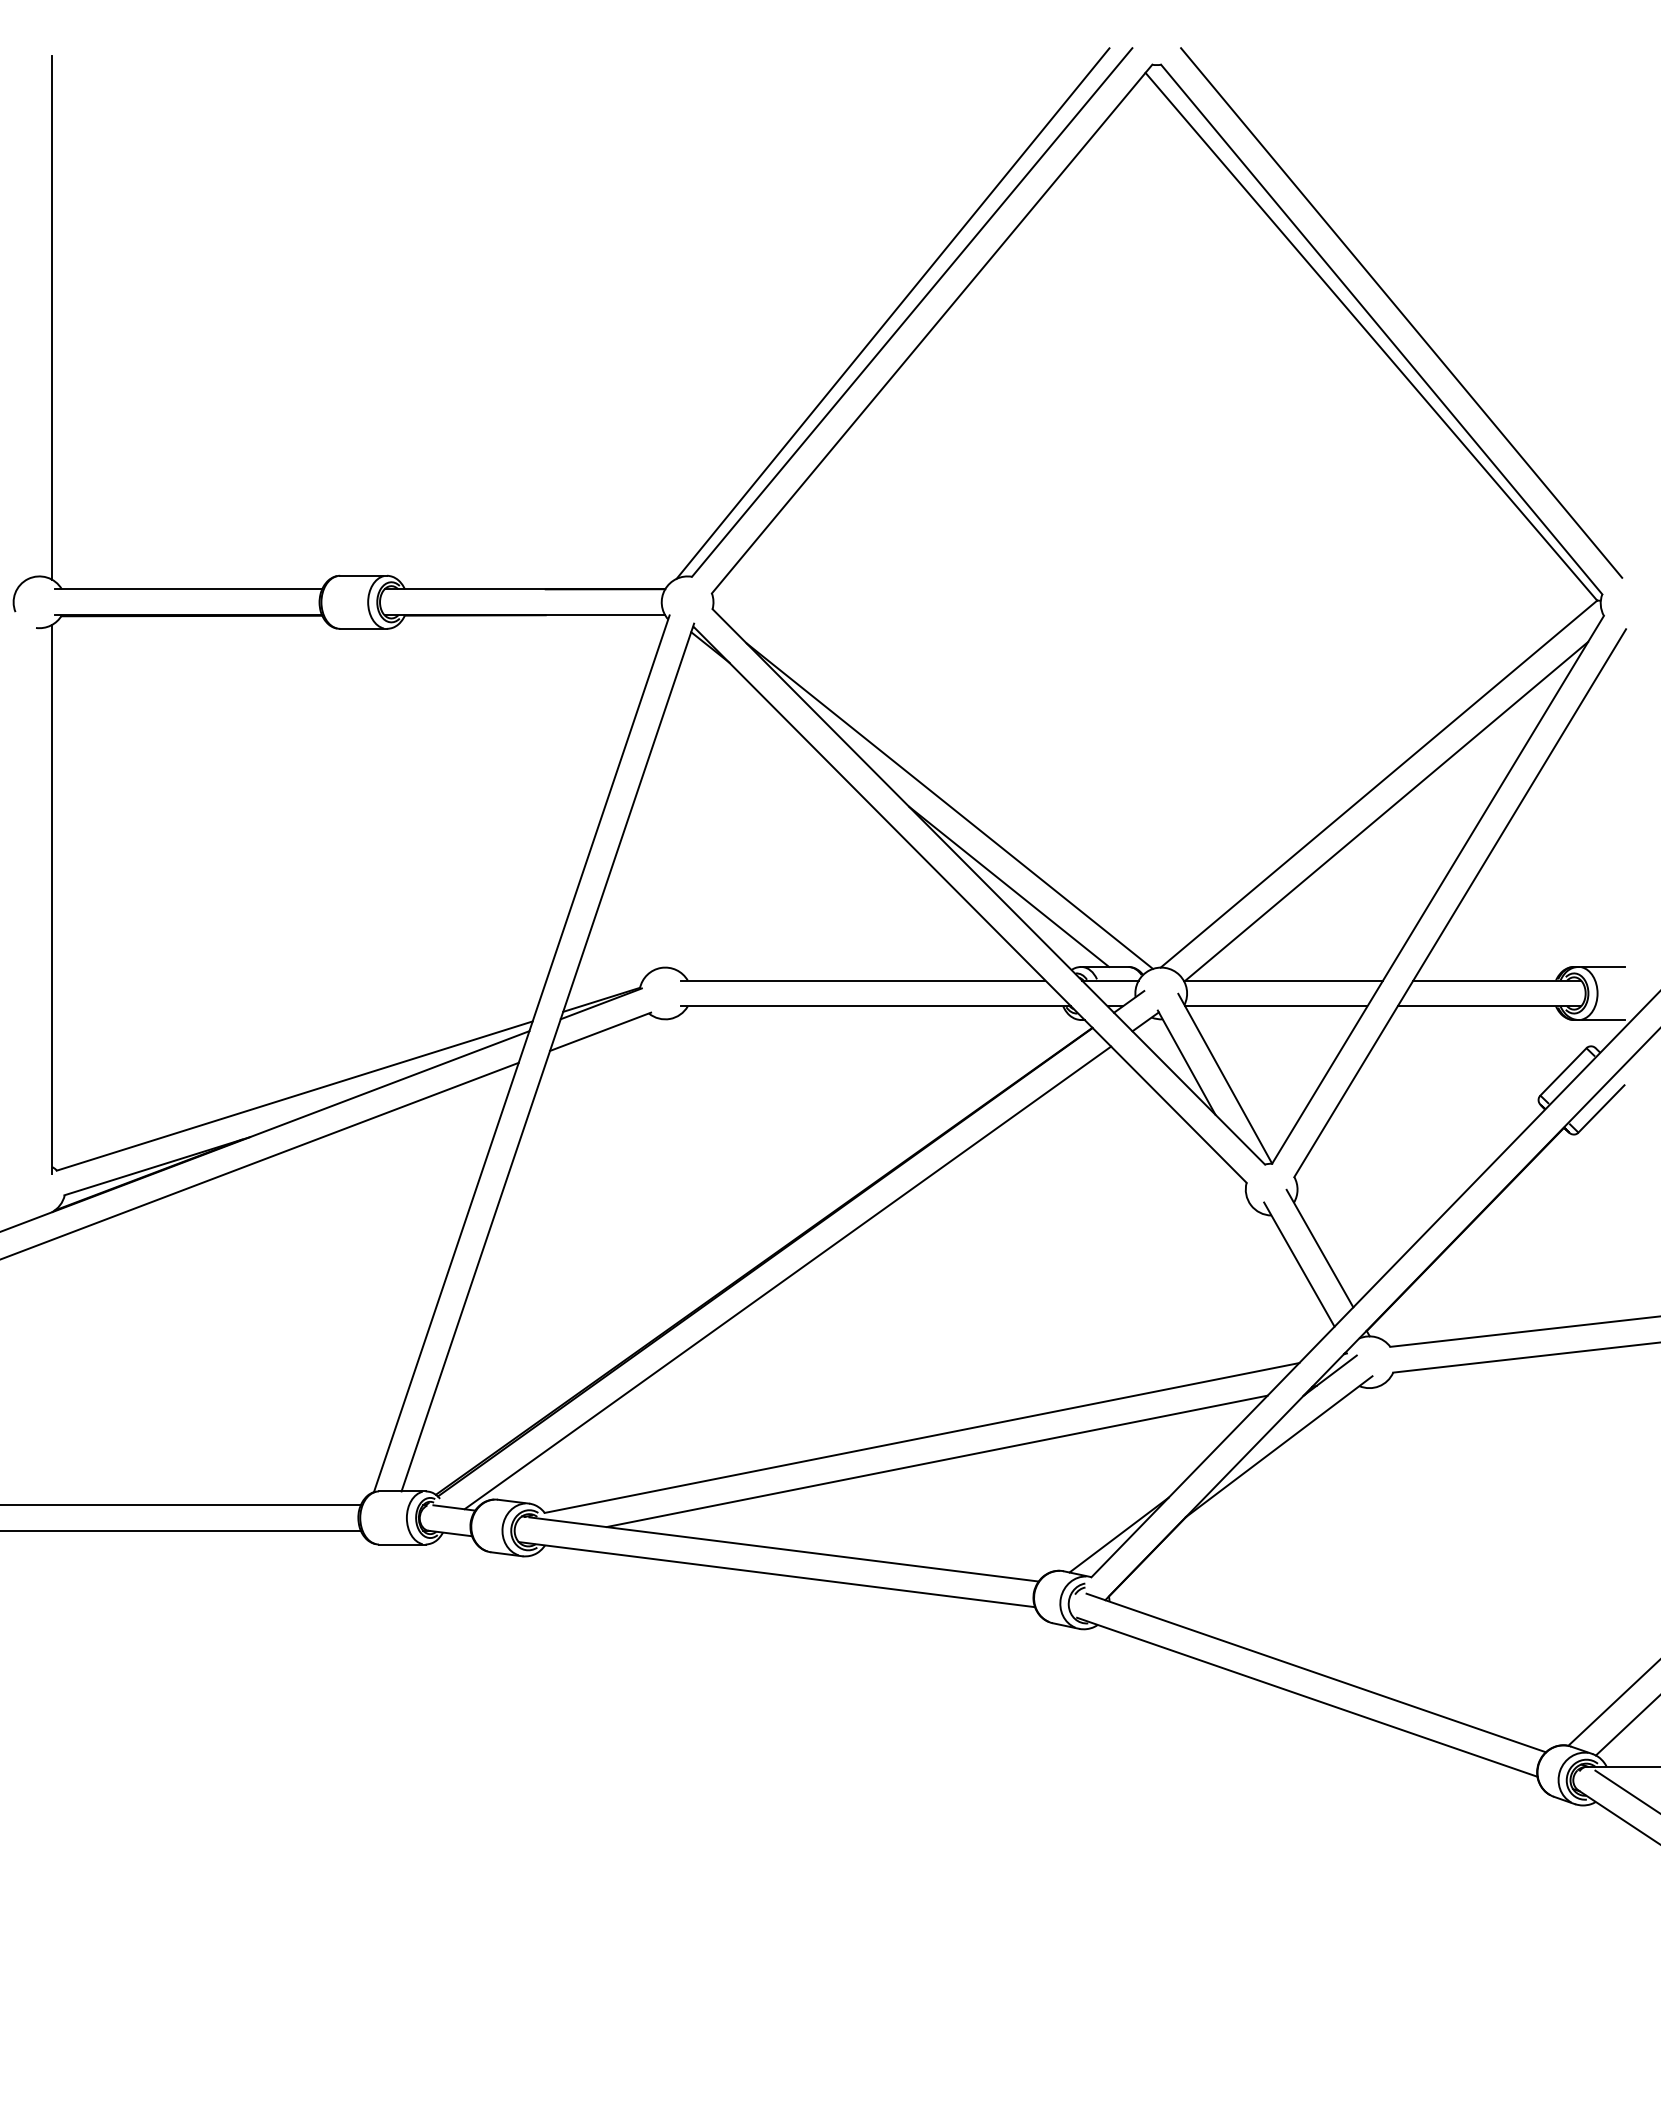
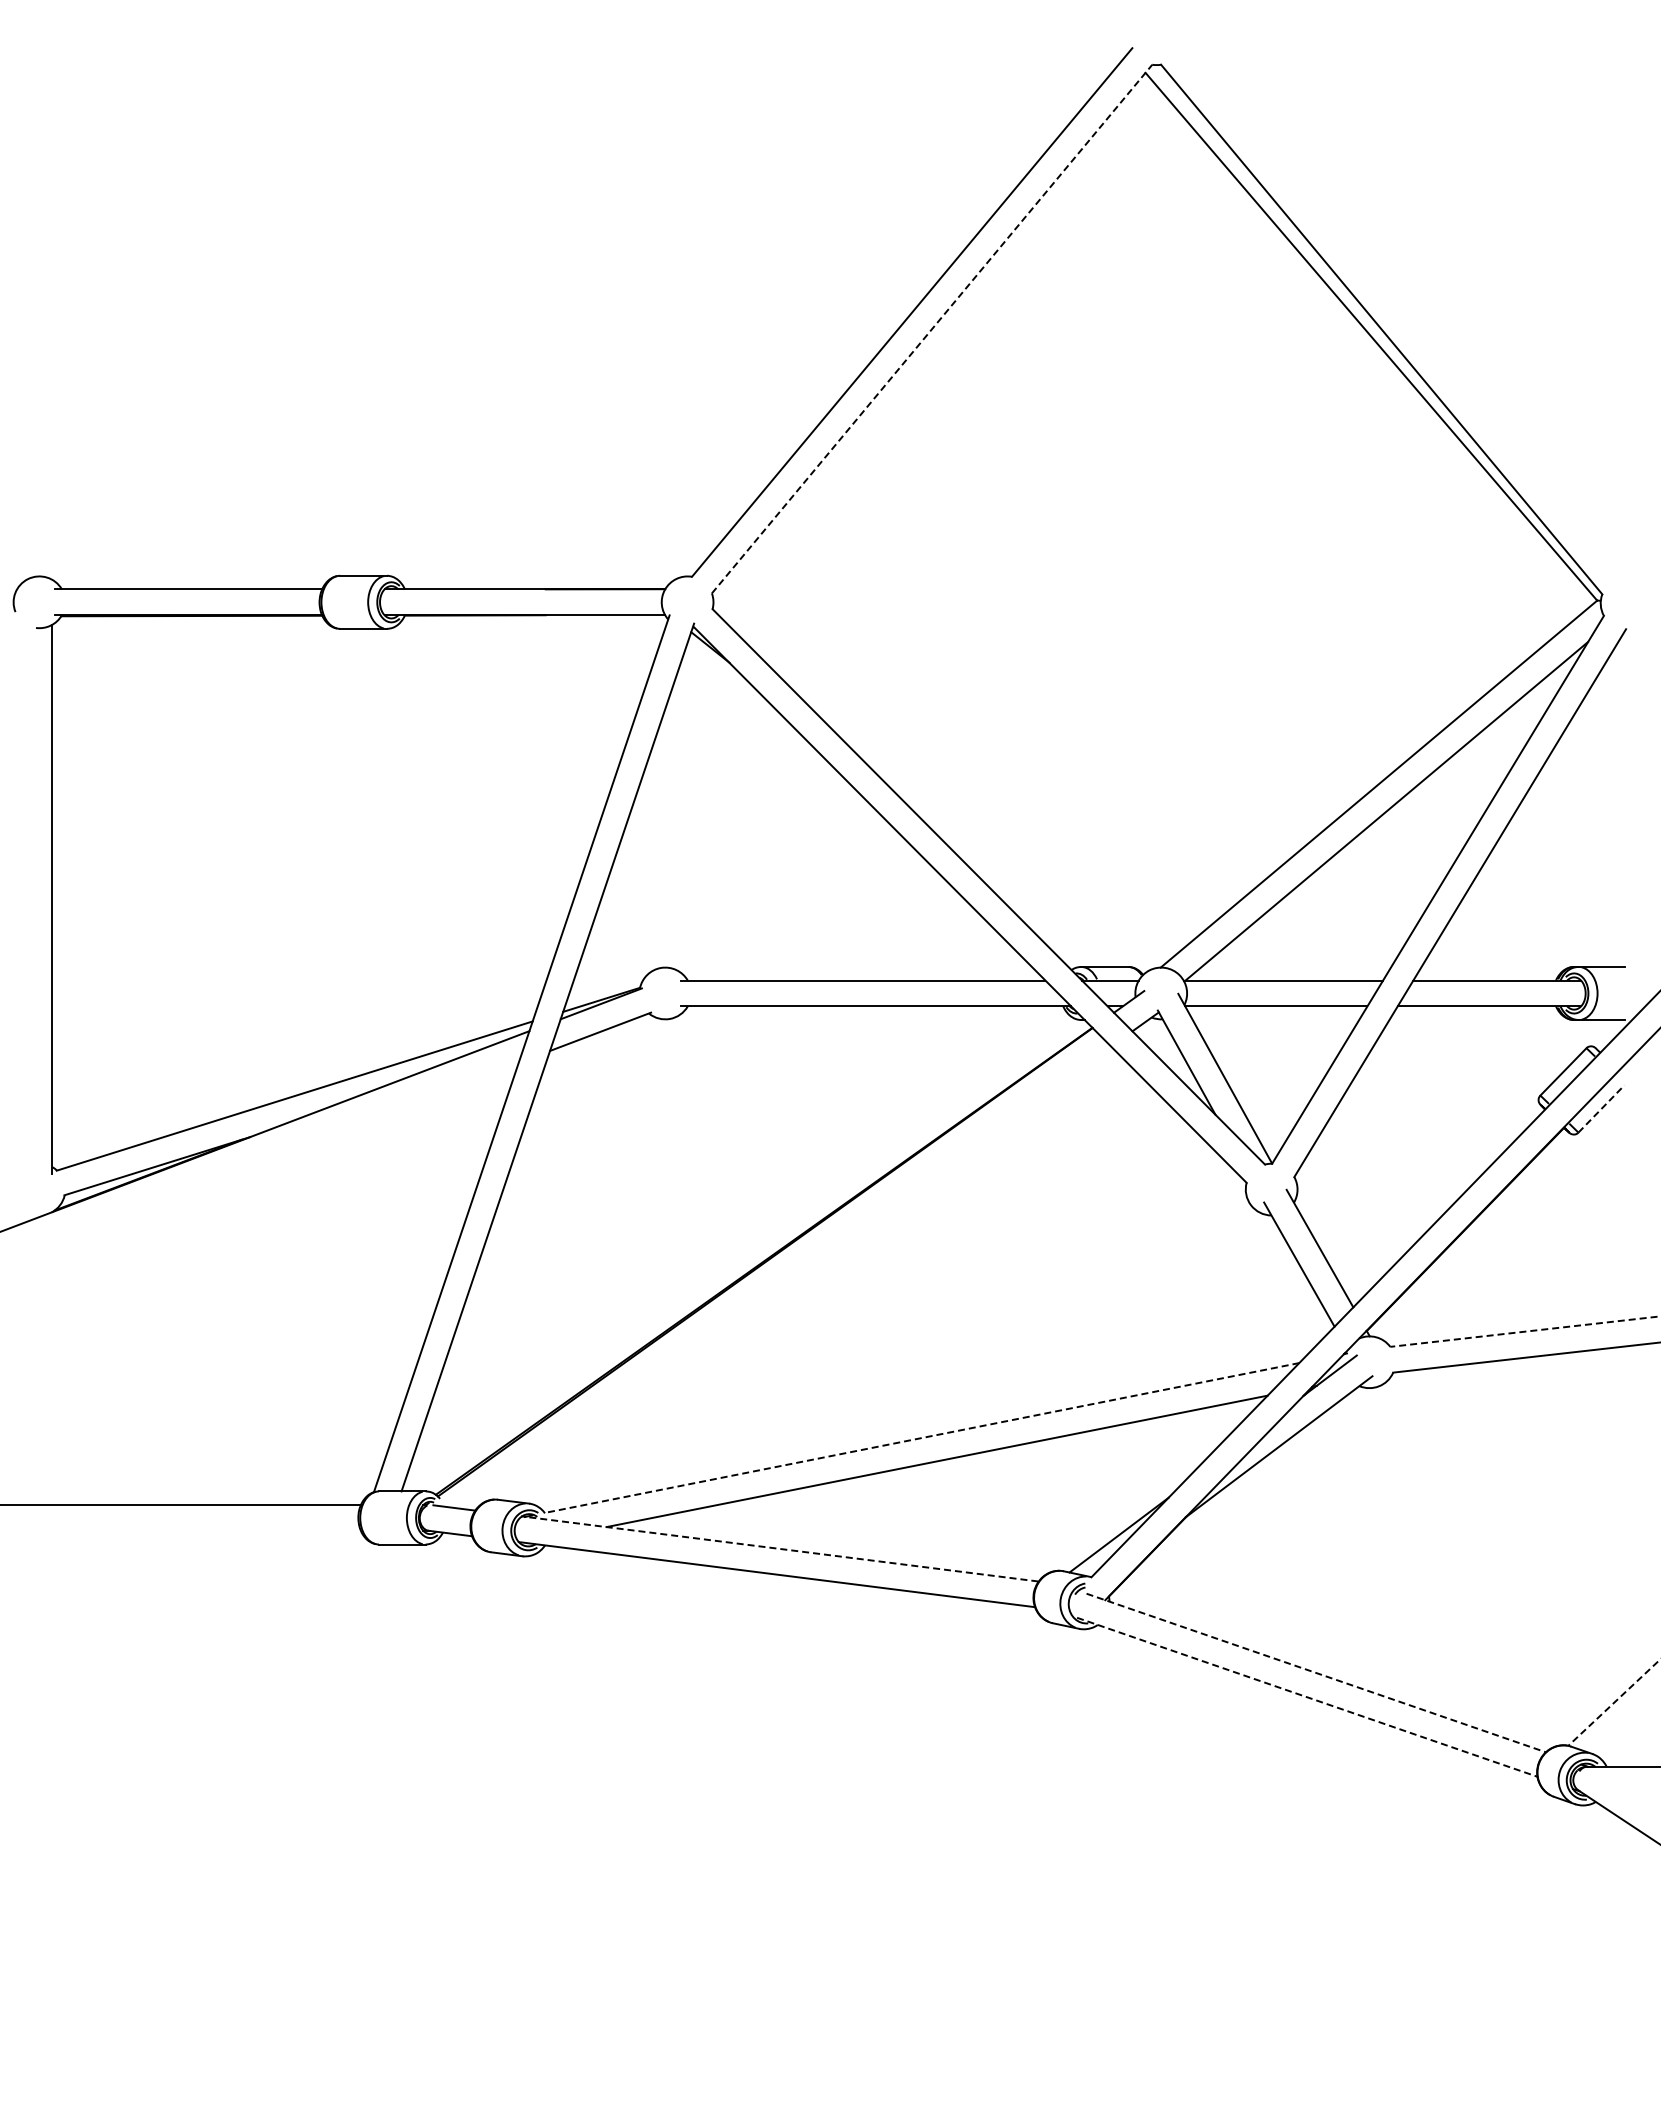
line at (1401, 312): present -> none
line at (892, 313): present -> none
line at (52, 317): present -> none
line at (932, 328): solid -> dashed
line at (949, 805): present -> none
line at (1009, 886): present -> none
line at (1601, 1108): solid -> dashed
line at (260, 1160): present -> none
line at (787, 1277): present -> none
line at (1525, 1331): solid -> dashed
line at (922, 1438): solid -> dashed
line at (181, 1530): present -> none
line at (784, 1549): solid -> dashed
line at (1316, 1673): solid -> dashed
line at (1307, 1697): solid -> dashed
line at (1614, 1702): solid -> dashed
line at (1626, 1726): present -> none
line at (1626, 1791): present -> none
